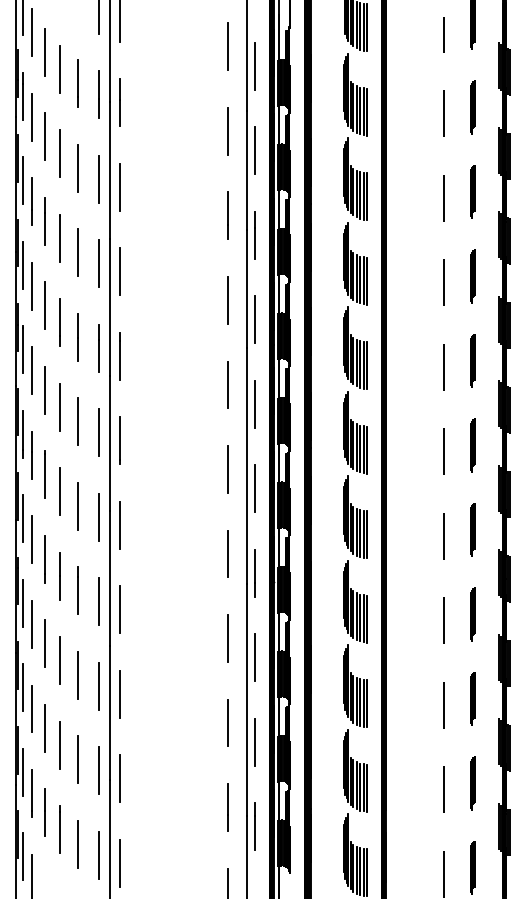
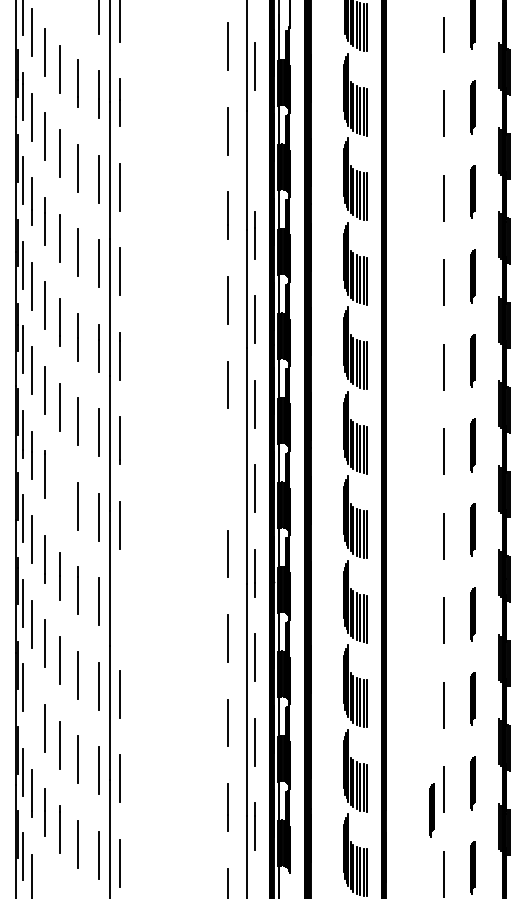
line at (255, 150): present -> none
line at (227, 469): present -> none
line at (60, 491): present -> none
line at (120, 609): present -> none
line at (32, 708): present -> none
part at (431, 810): none -> present
